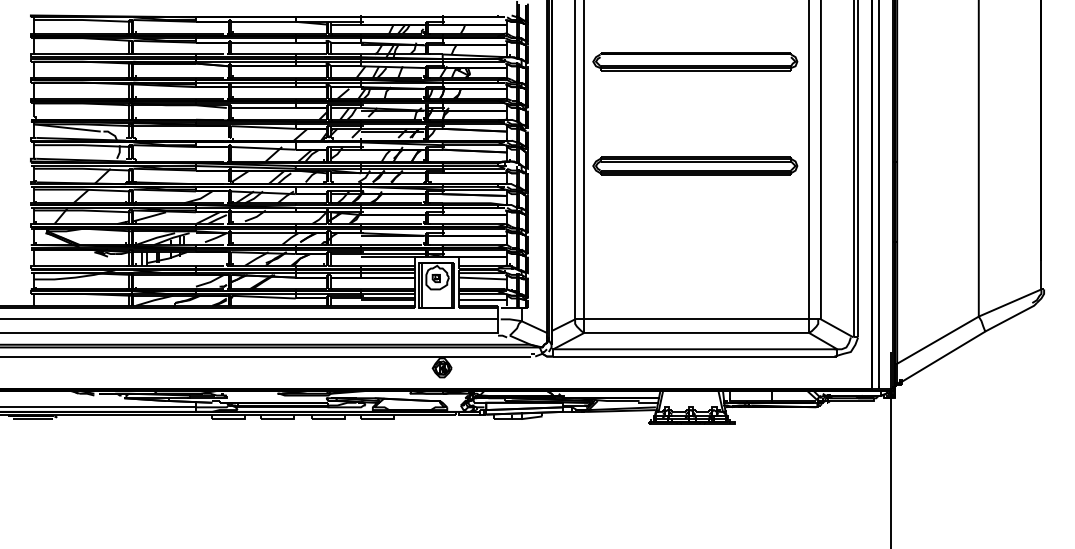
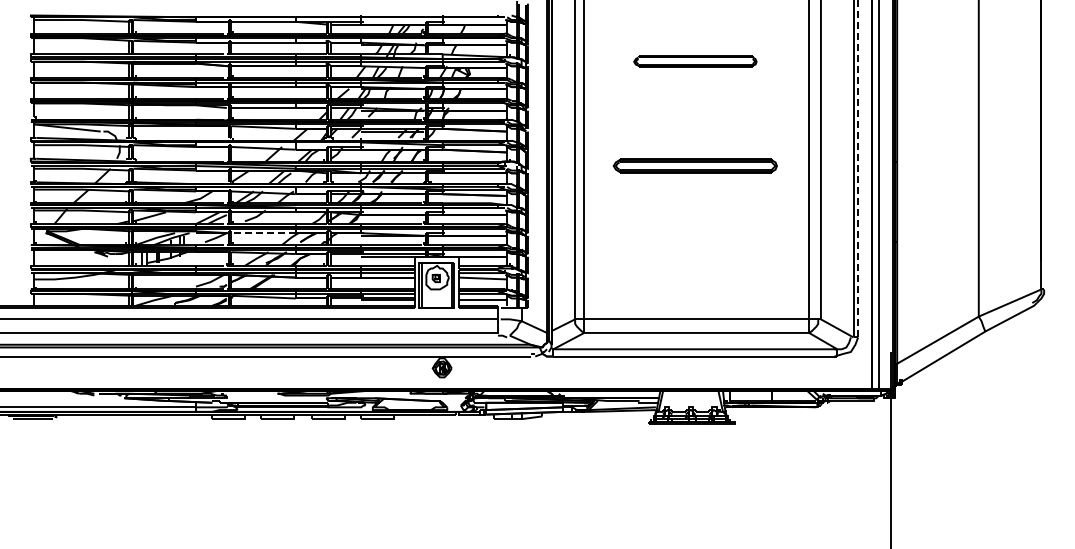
part at (695, 61) size: 207x20 px -> 125x13 px
part at (695, 165) size: 207x20 px -> 166x16 px
line at (858, 169): solid -> dashed
line at (263, 233): solid -> dashed
